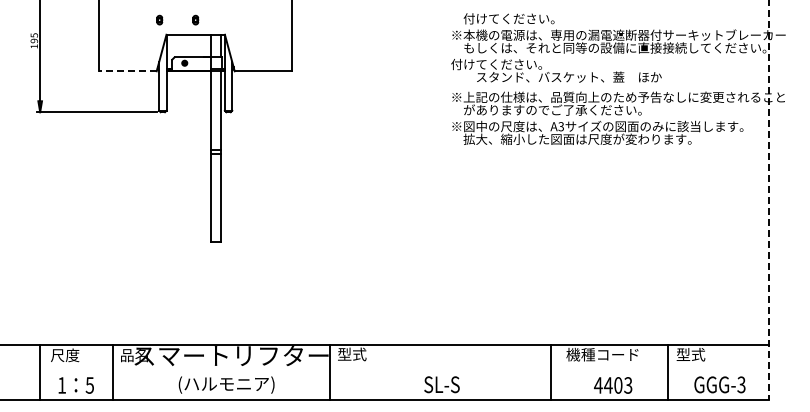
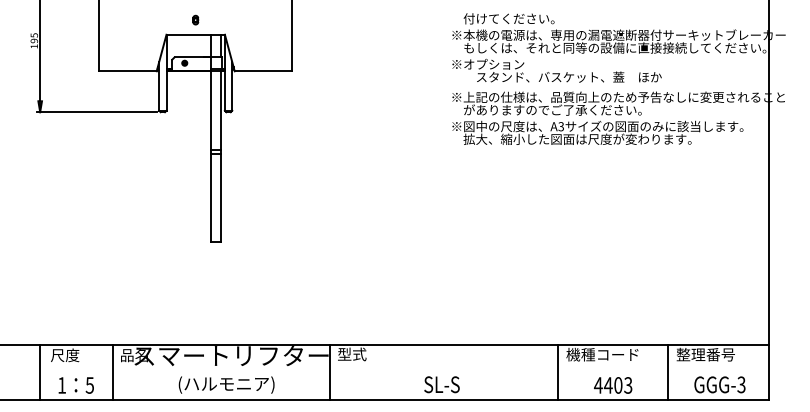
part at (159, 19): present -> none
text at (496, 64): 付けてください。 -> ※オプション
line at (128, 71): dashed -> solid
line at (769, 200): dashed -> solid
text at (705, 354): 型式 -> 整理番号
line at (551, 371) position: (551, 371) -> (558, 371)
